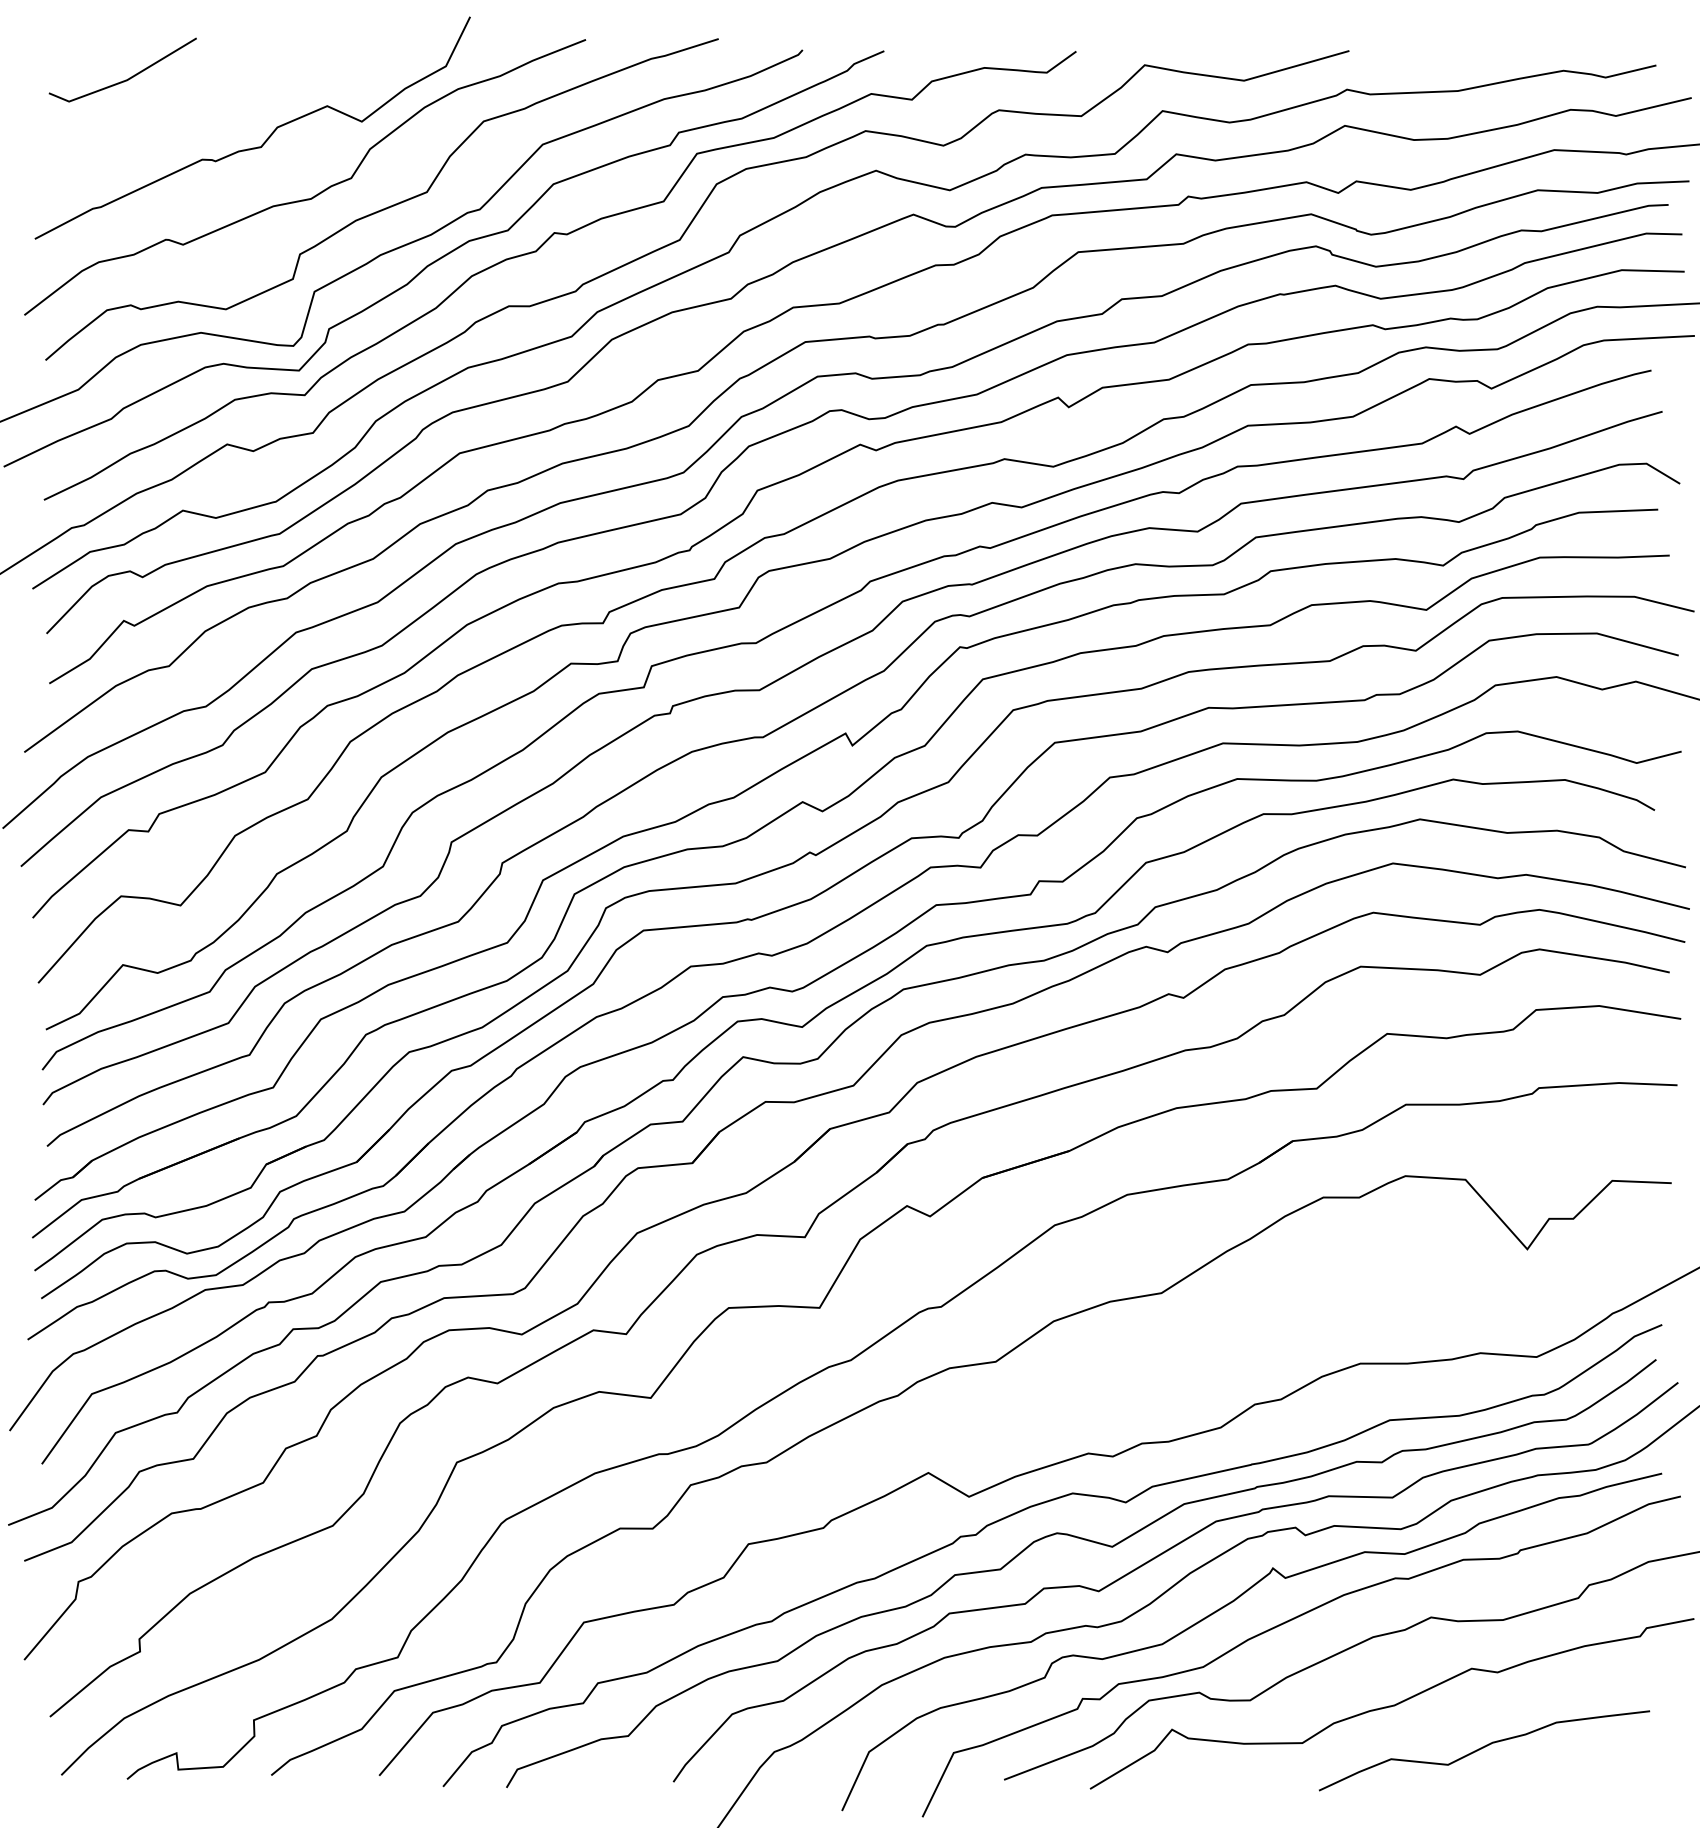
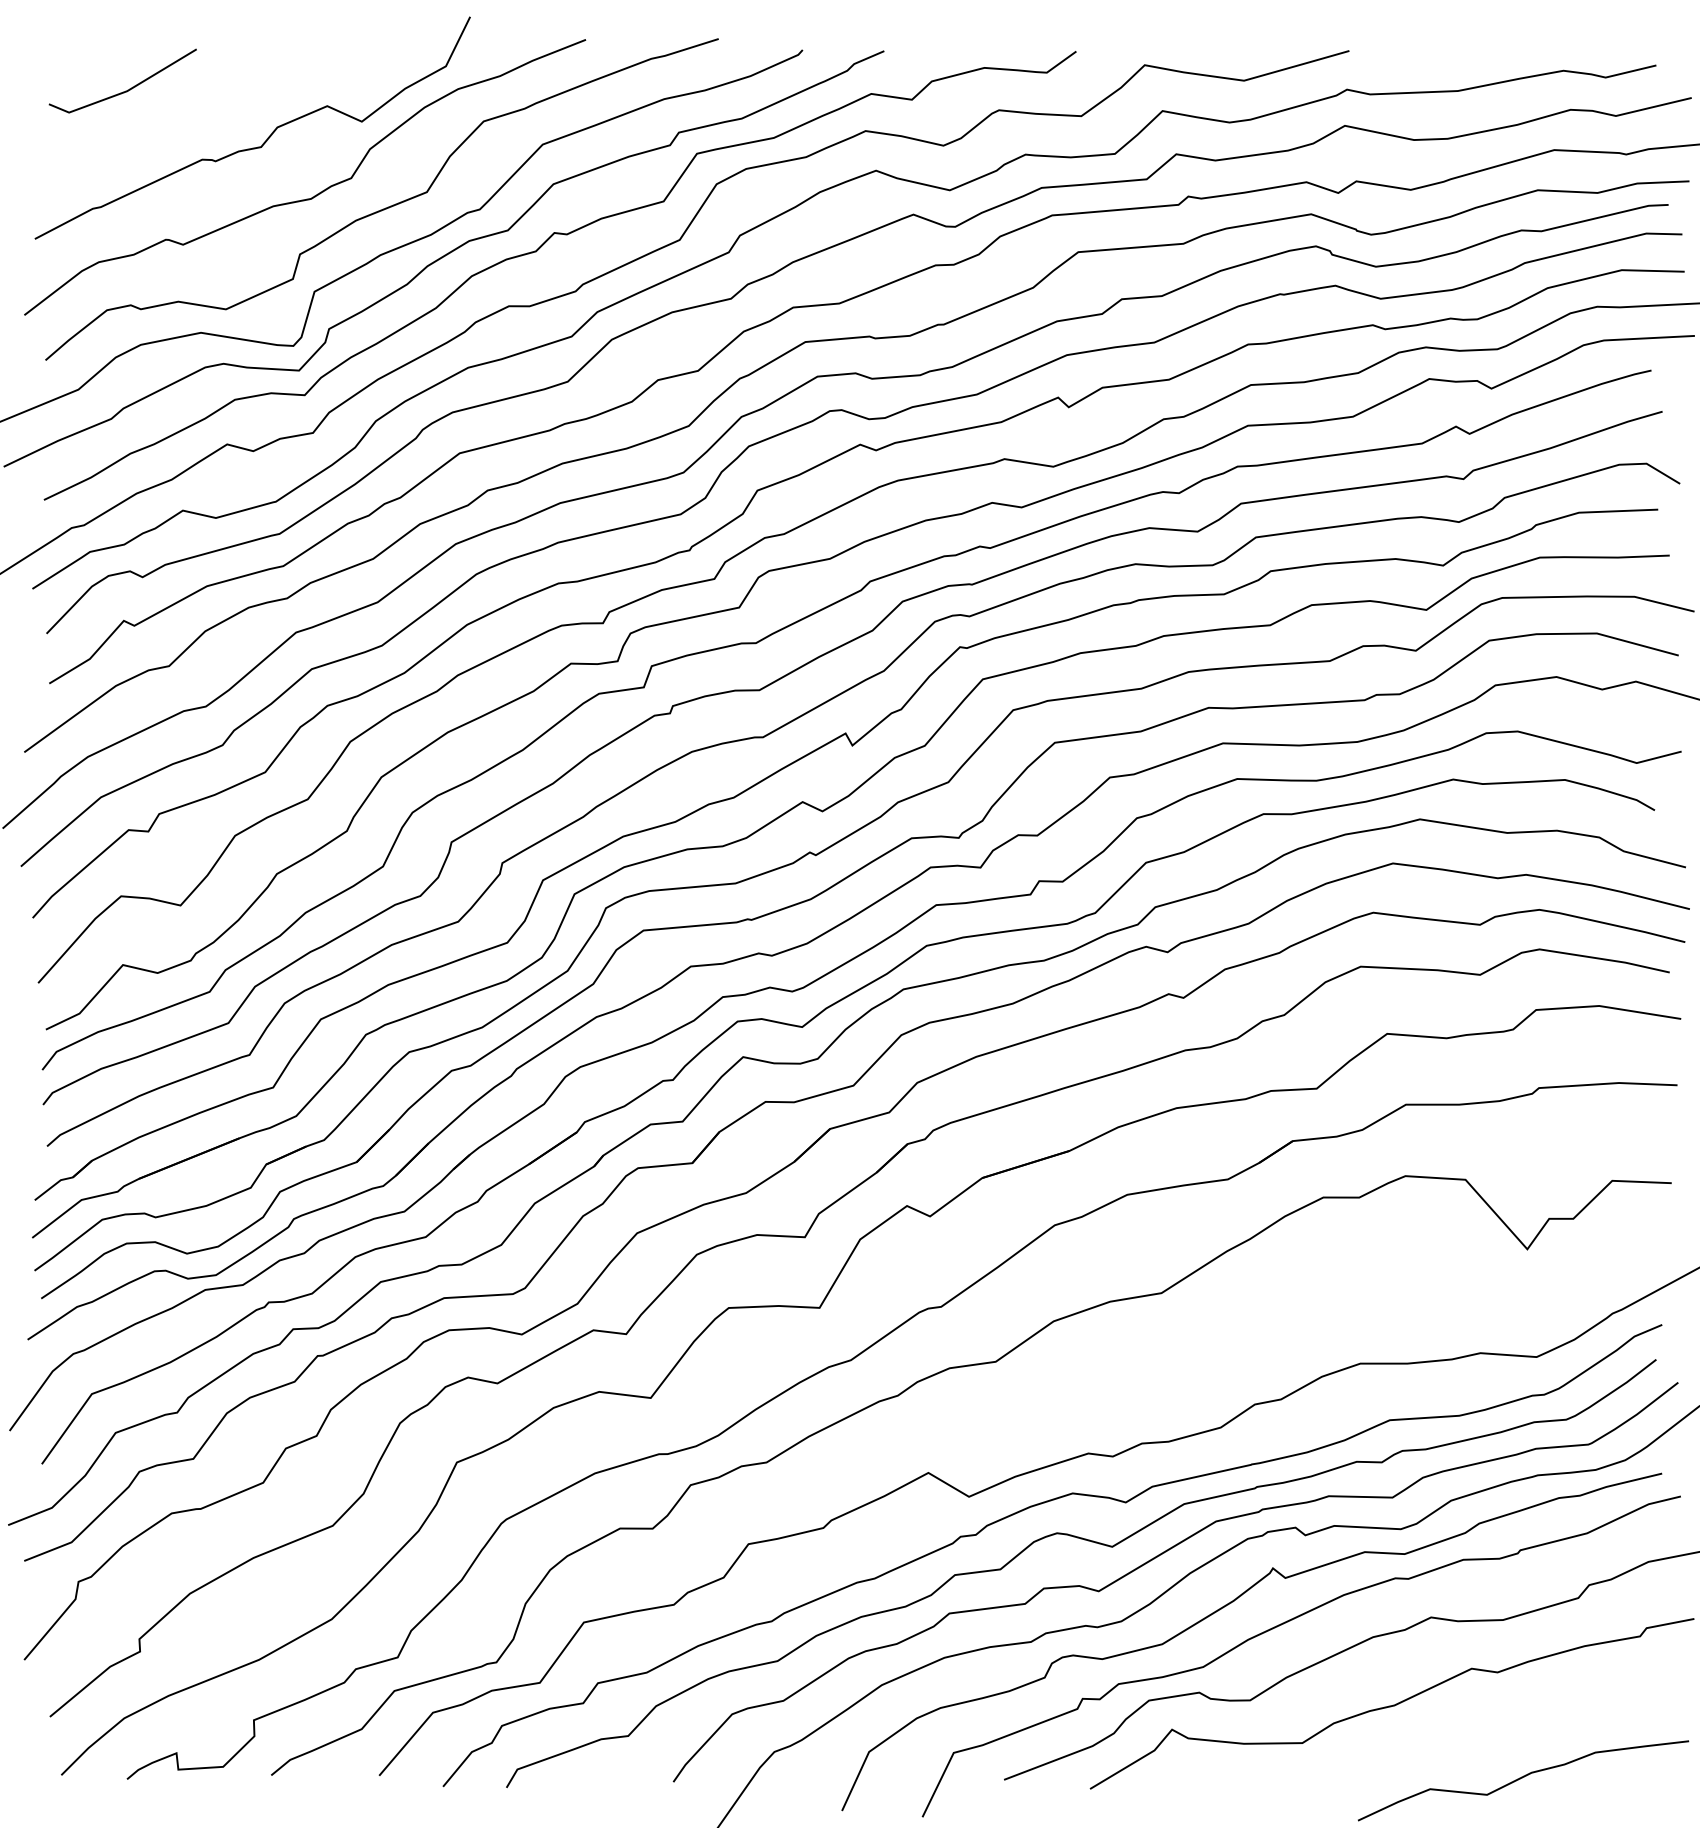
line at (127, 78) position: (127, 78) -> (127, 89)
curve at (1483, 1748) position: (1483, 1748) -> (1522, 1778)
